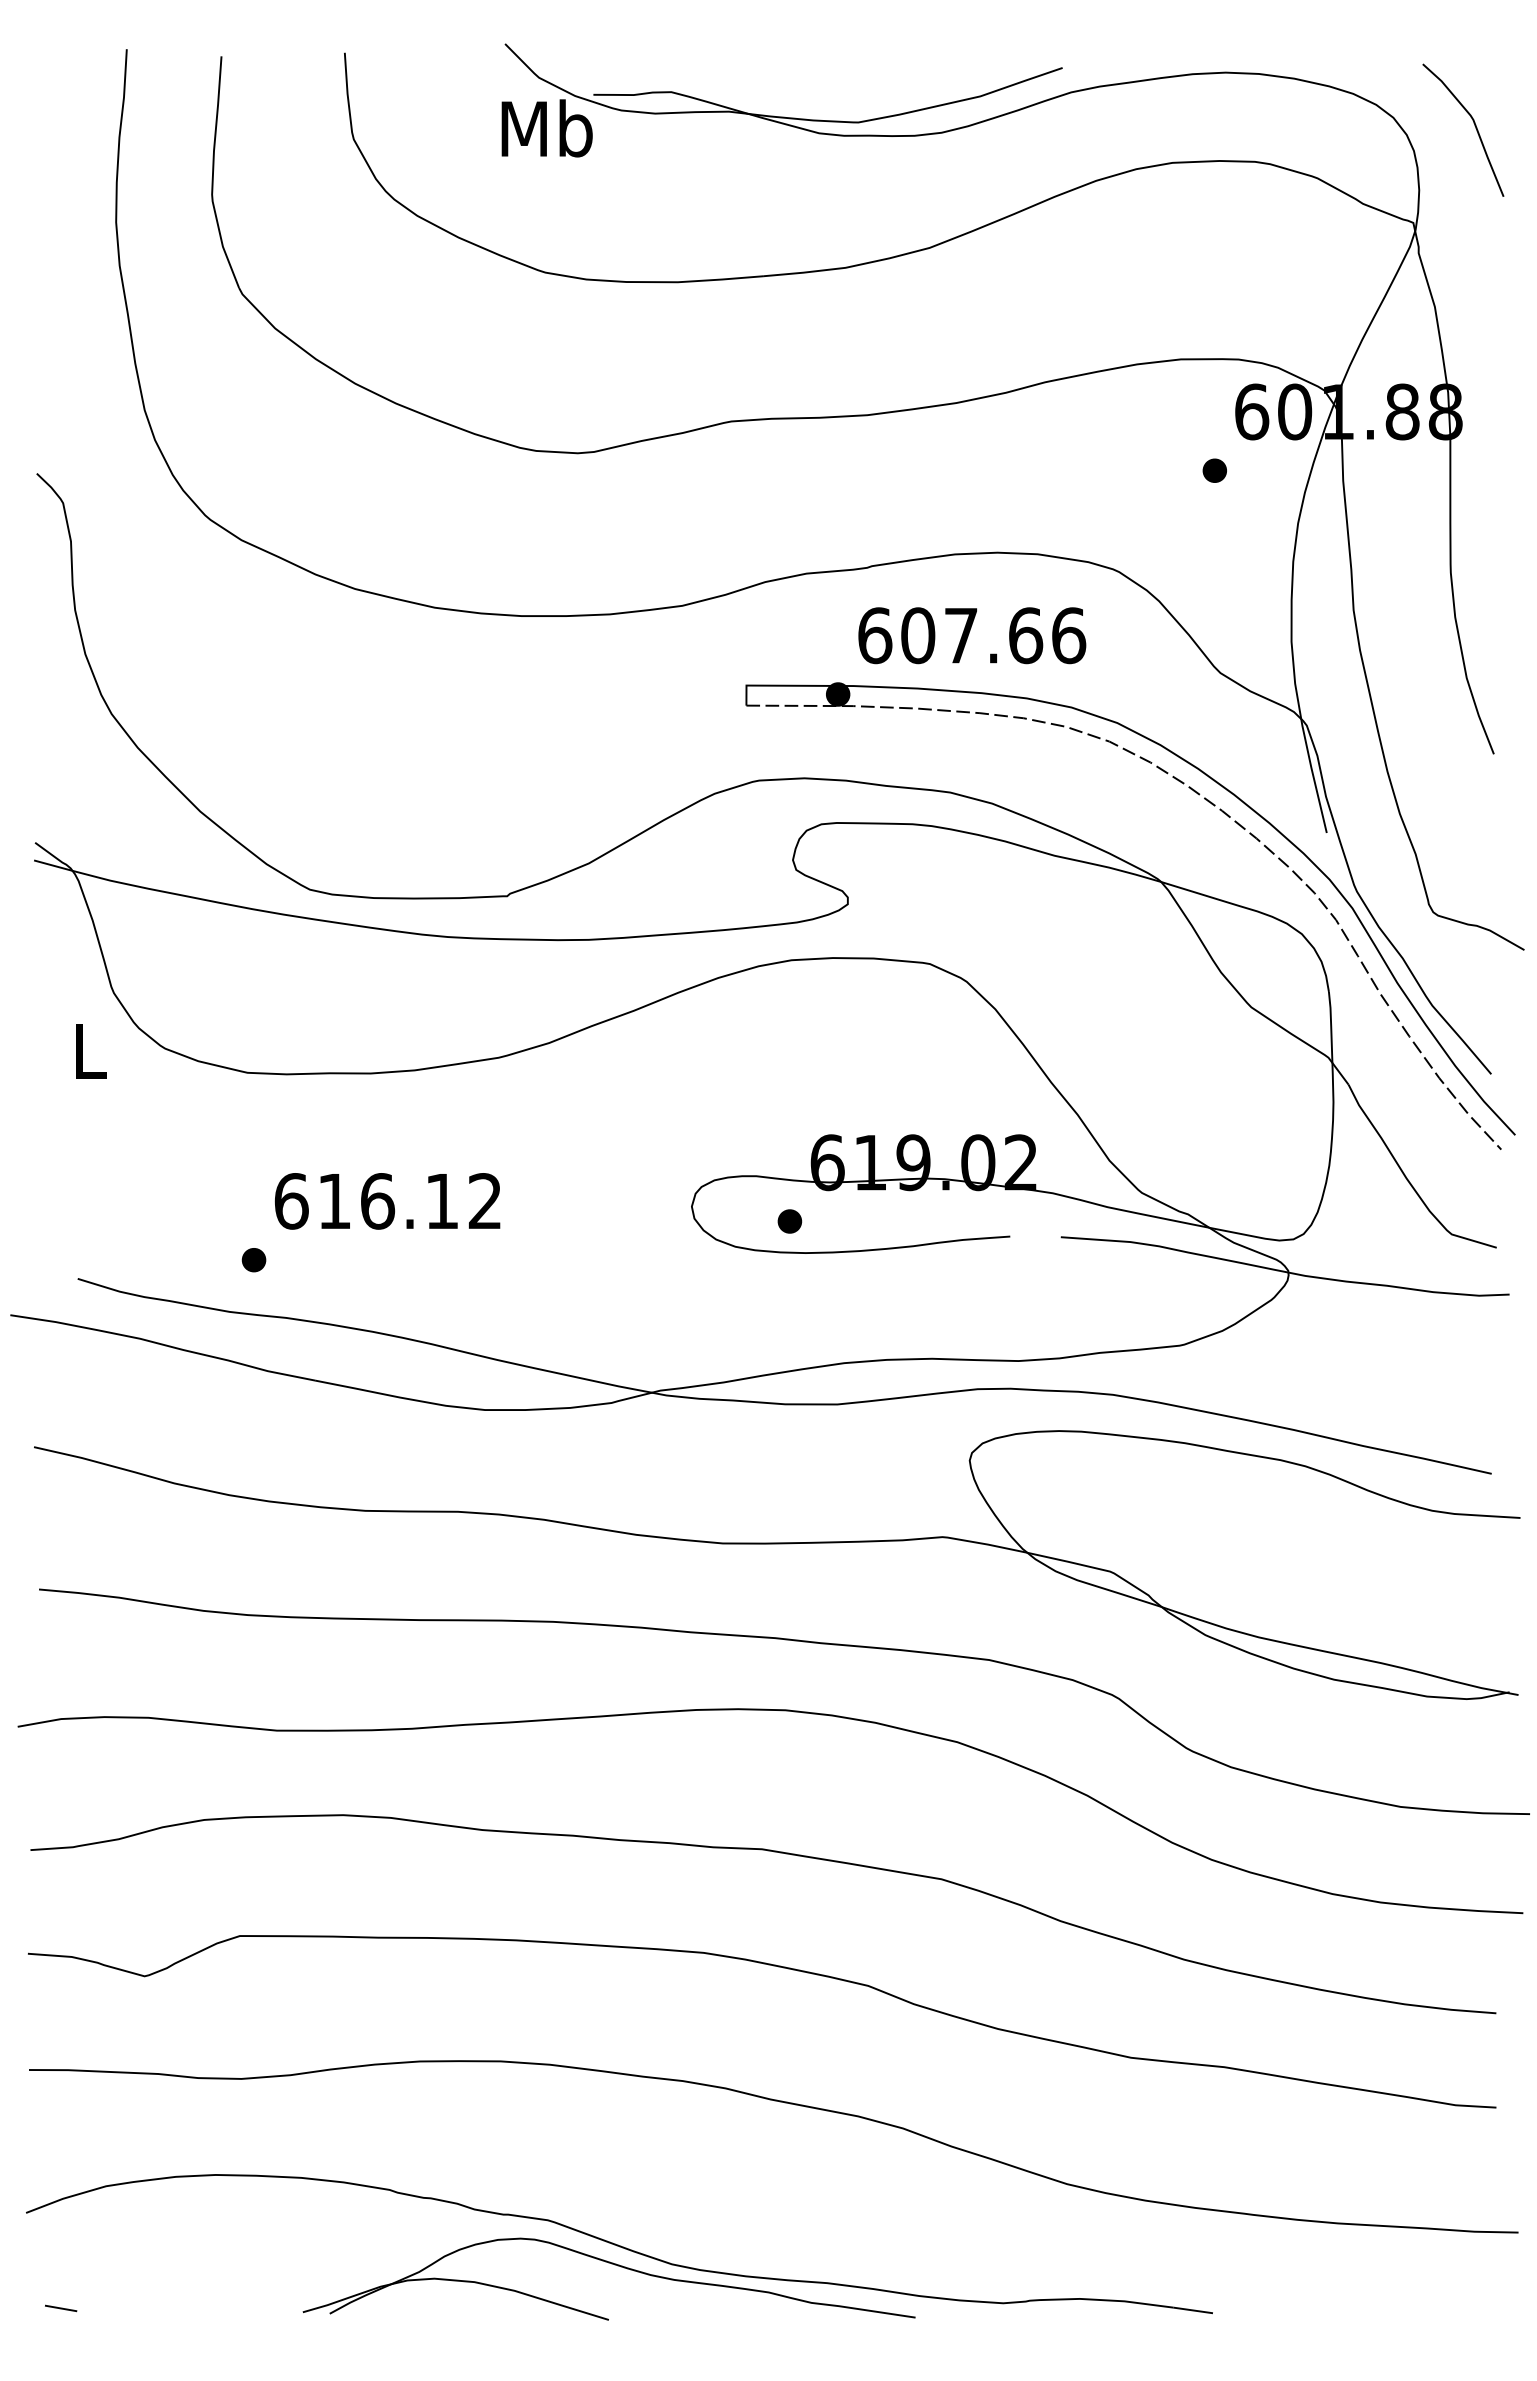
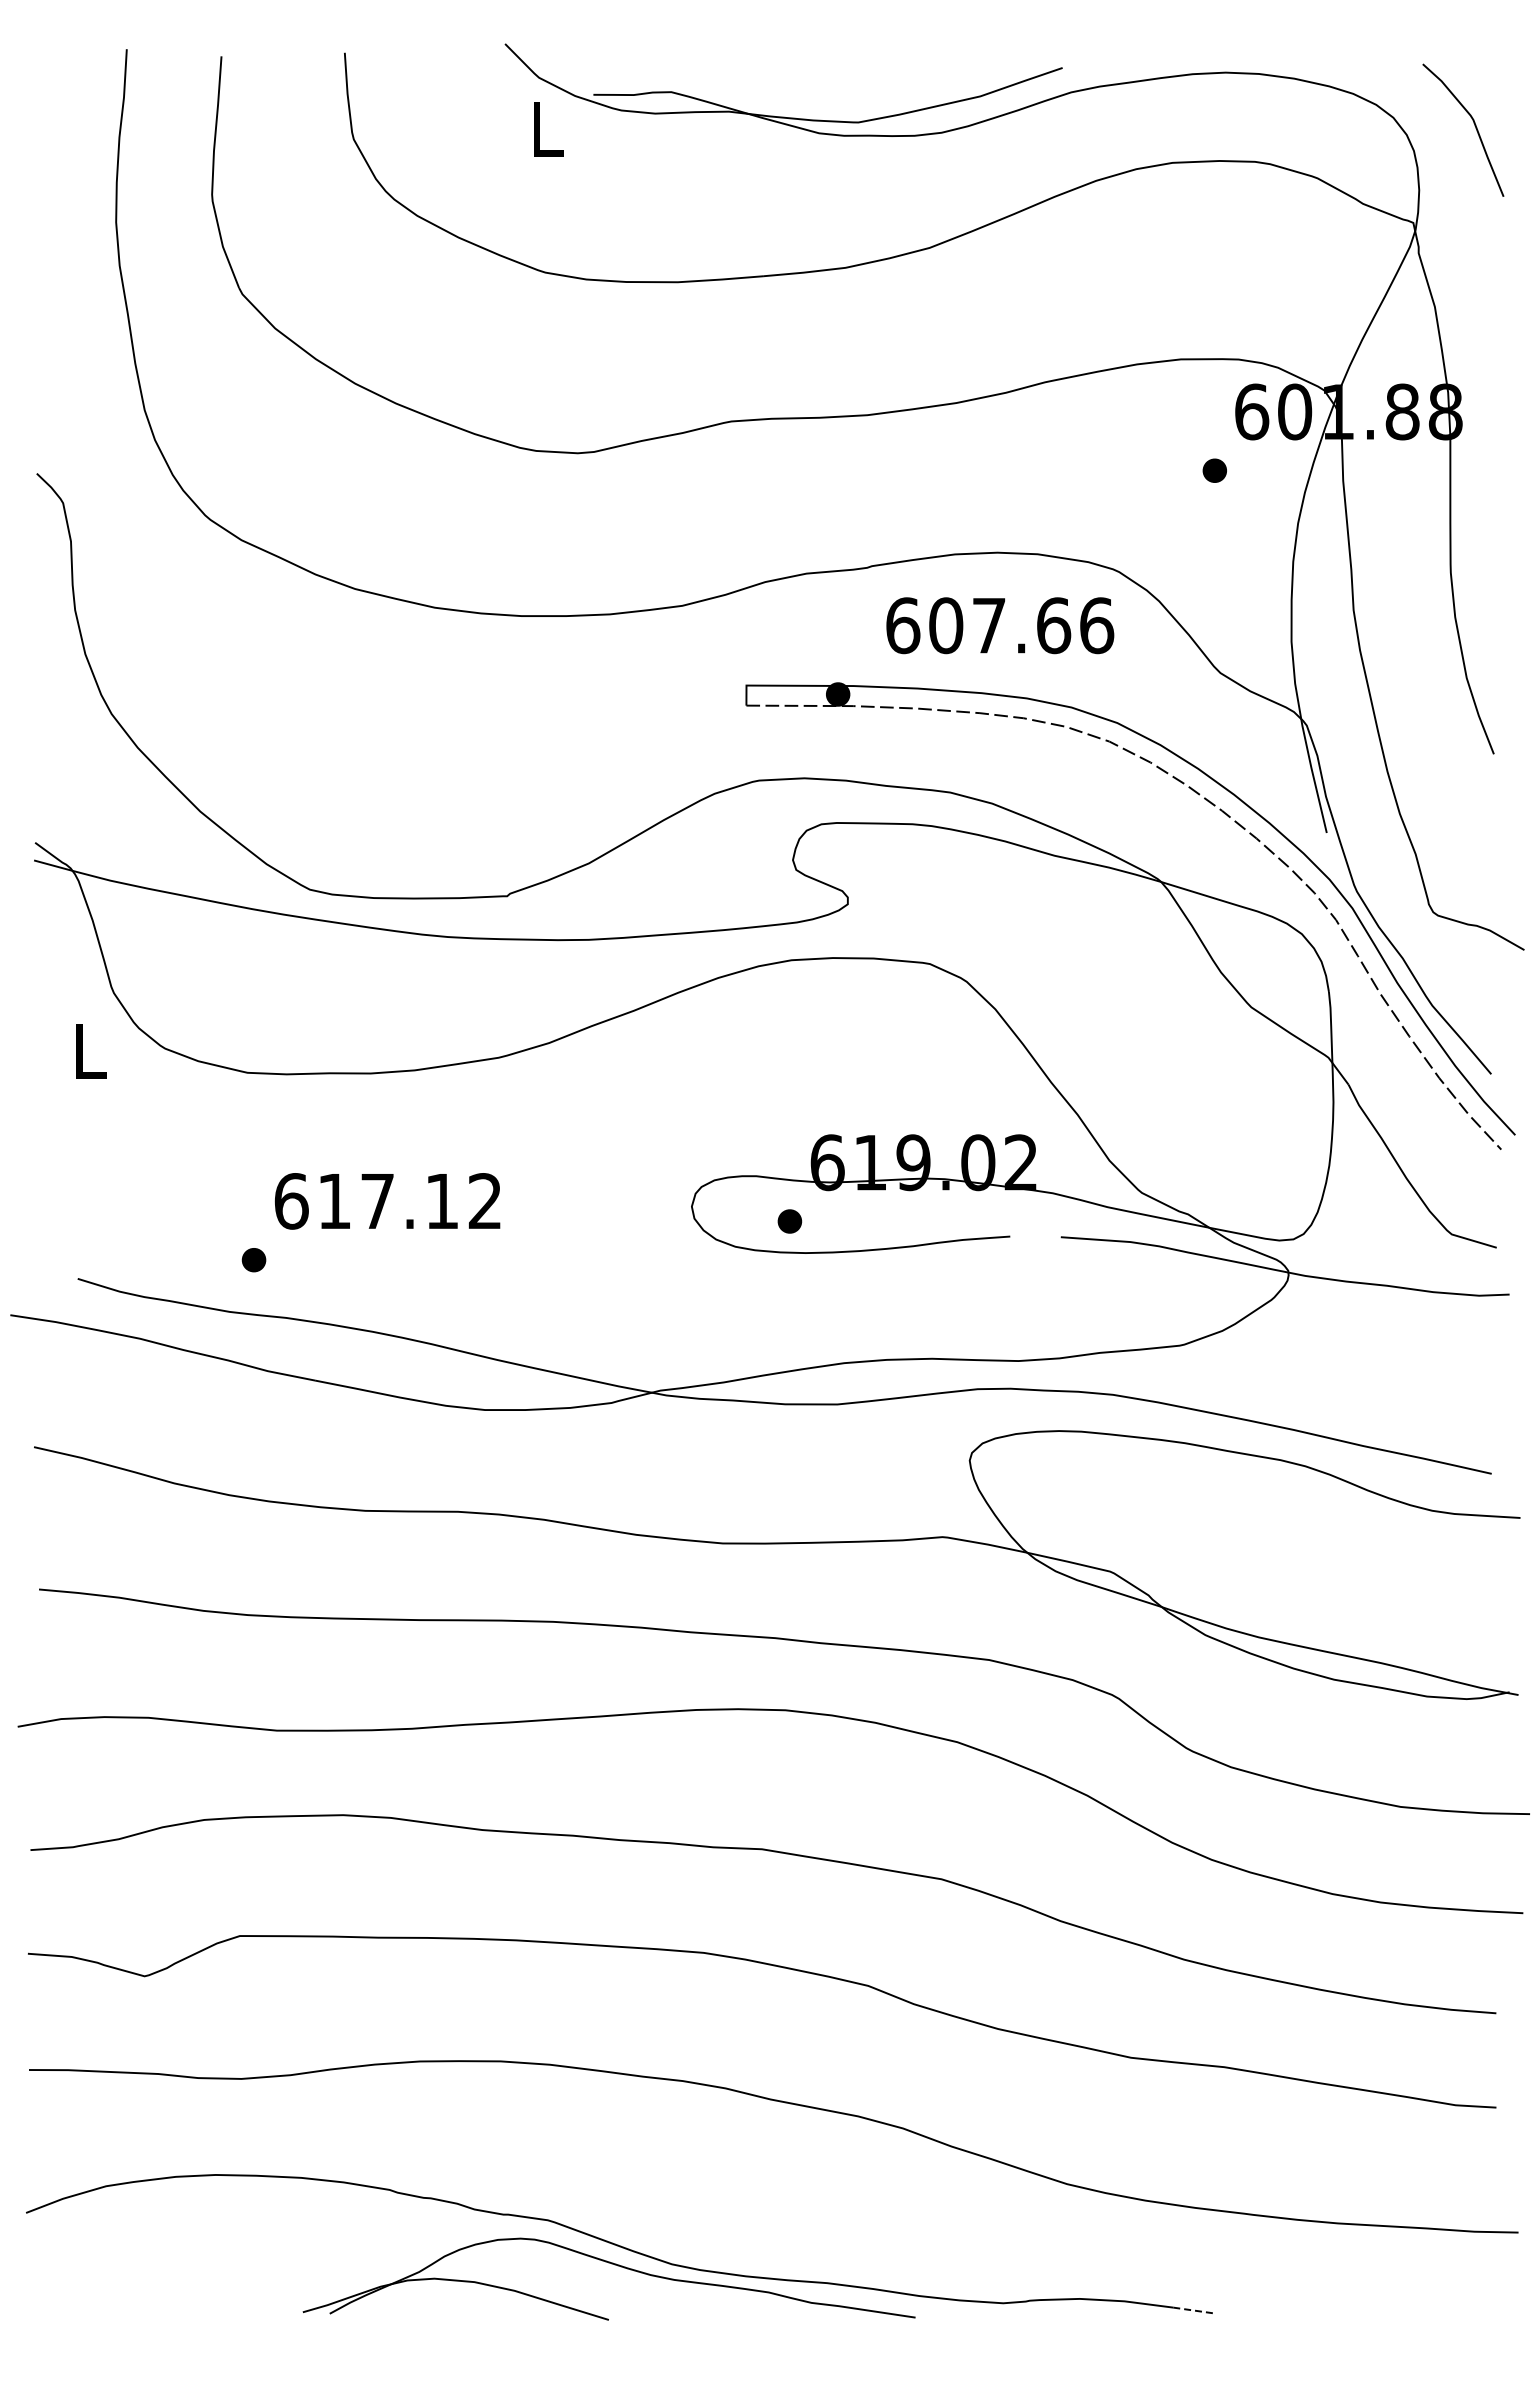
text at (546, 128): Mb -> L
text at (972, 635) position: (972, 635) -> (1000, 625)
text at (378, 1201): 616.12 -> 617.12
line at (61, 2308): present -> none
line at (1193, 2310): solid -> dashed
